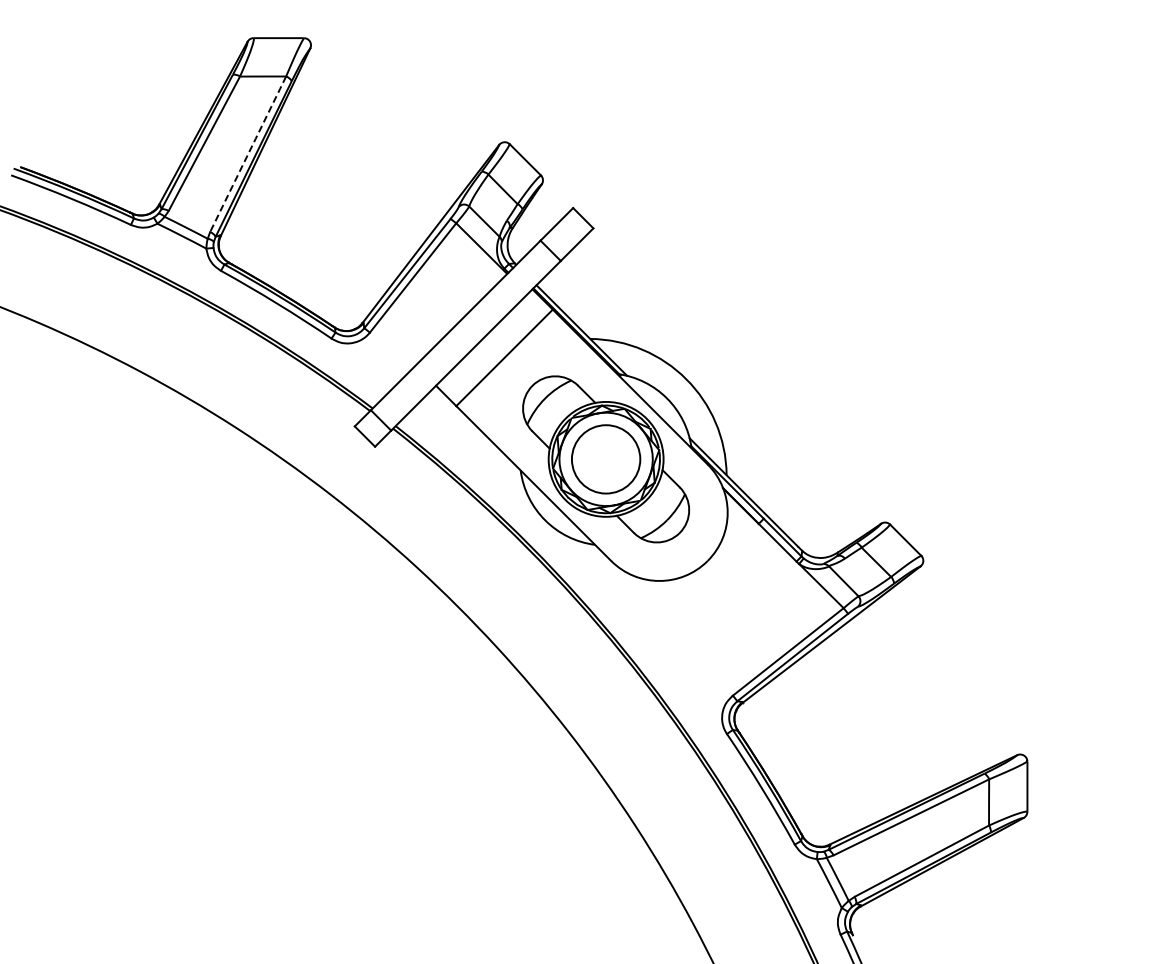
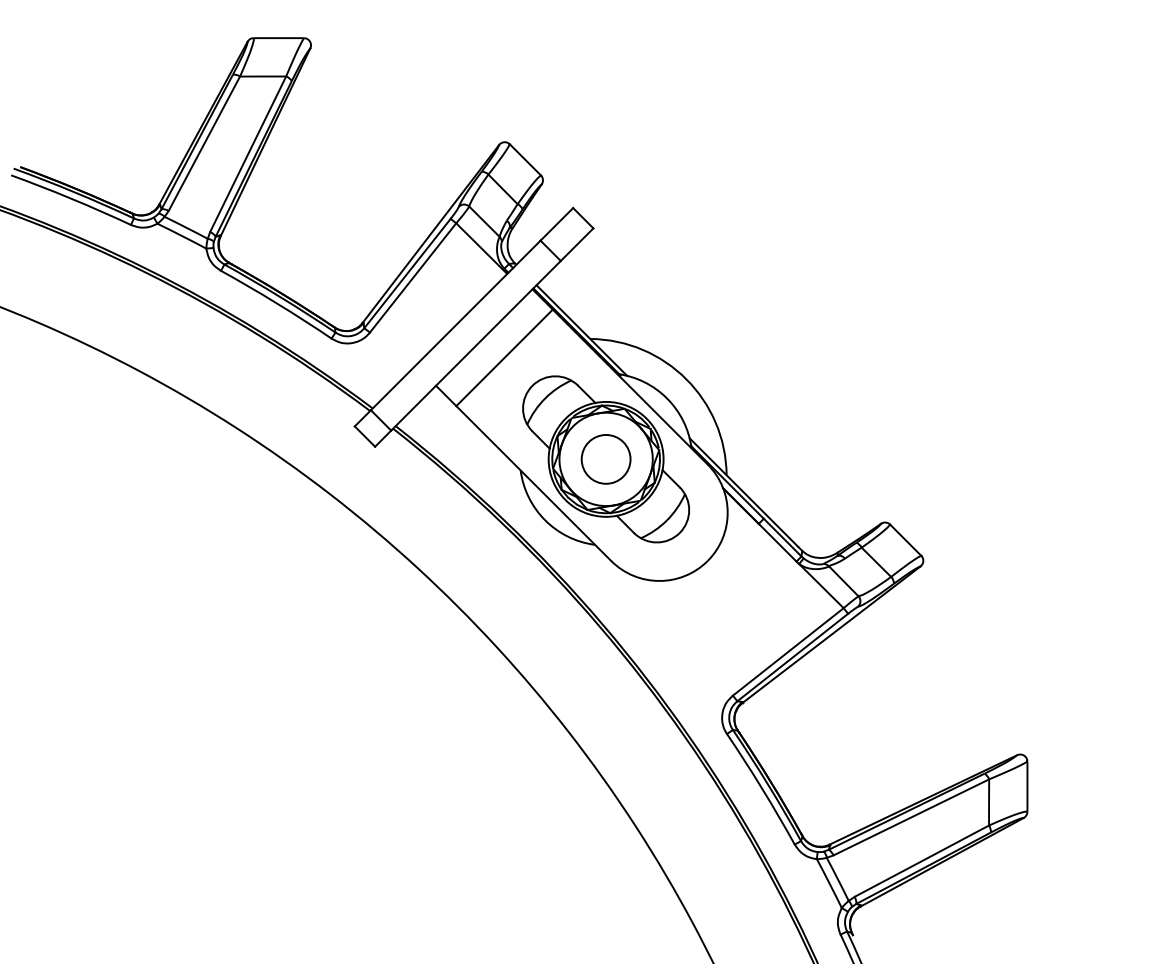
line at (248, 153): dashed -> solid
circle at (605, 459) diameter: 68 px -> 49 px
